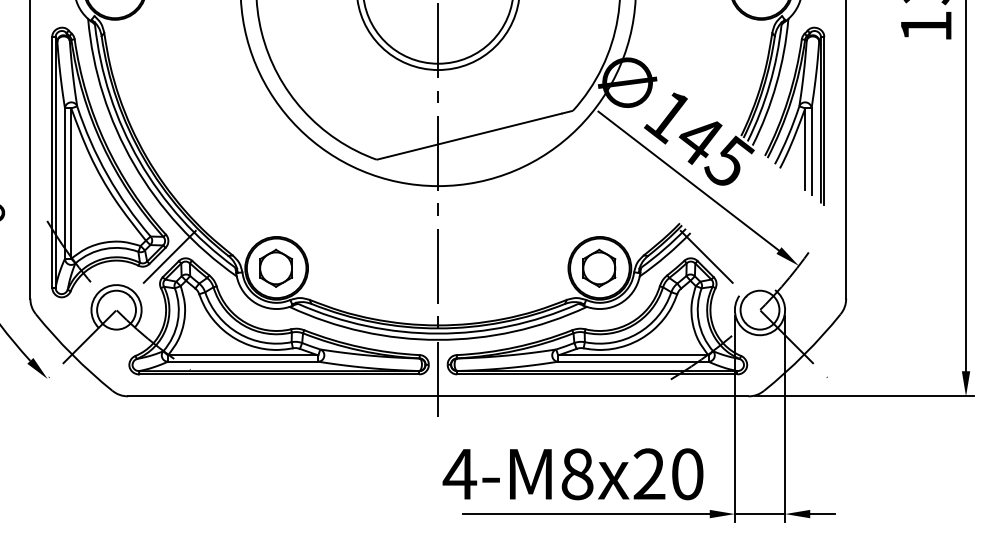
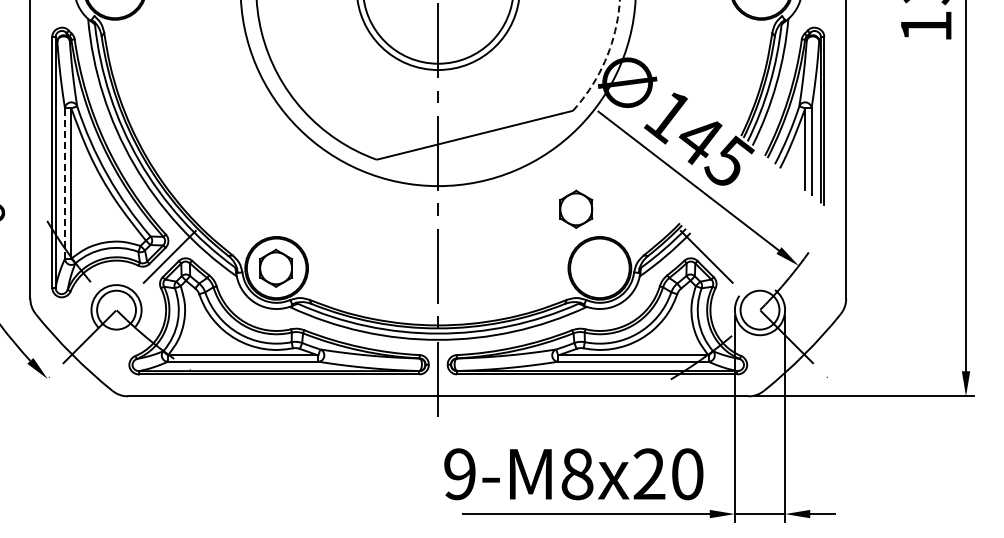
arc at (605, 59): solid -> dashed
line at (65, 183): solid -> dashed
part at (599, 267) position: (599, 267) -> (576, 208)
text at (459, 474): 4-M8x20 -> 9-M8x20
